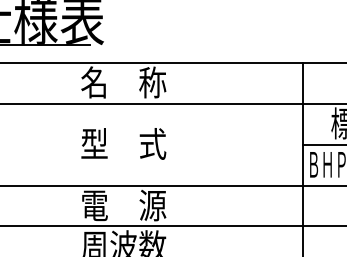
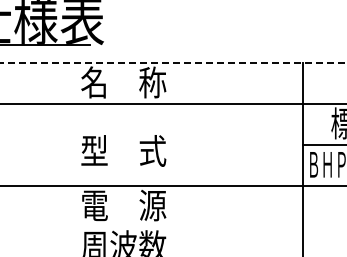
line at (173, 62): solid -> dashed
text at (123, 143) position: (123, 143) -> (123, 150)
line at (172, 226): present -> none
